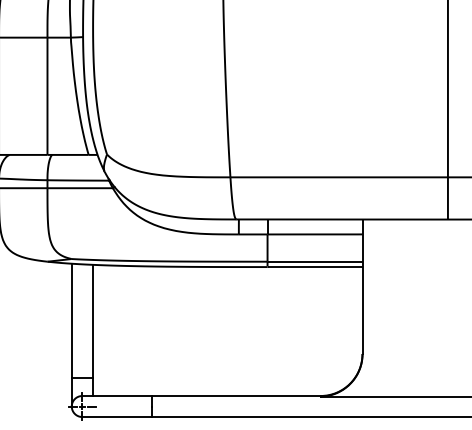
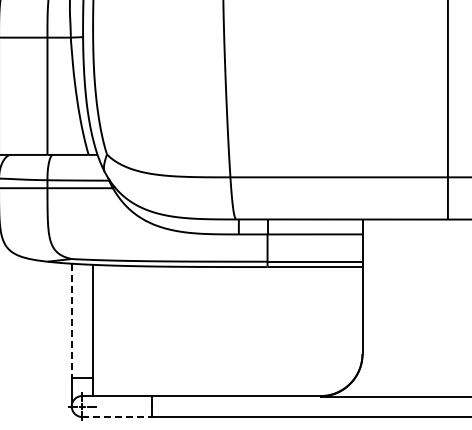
line at (71, 321): solid -> dashed
line at (117, 417): solid -> dashed
